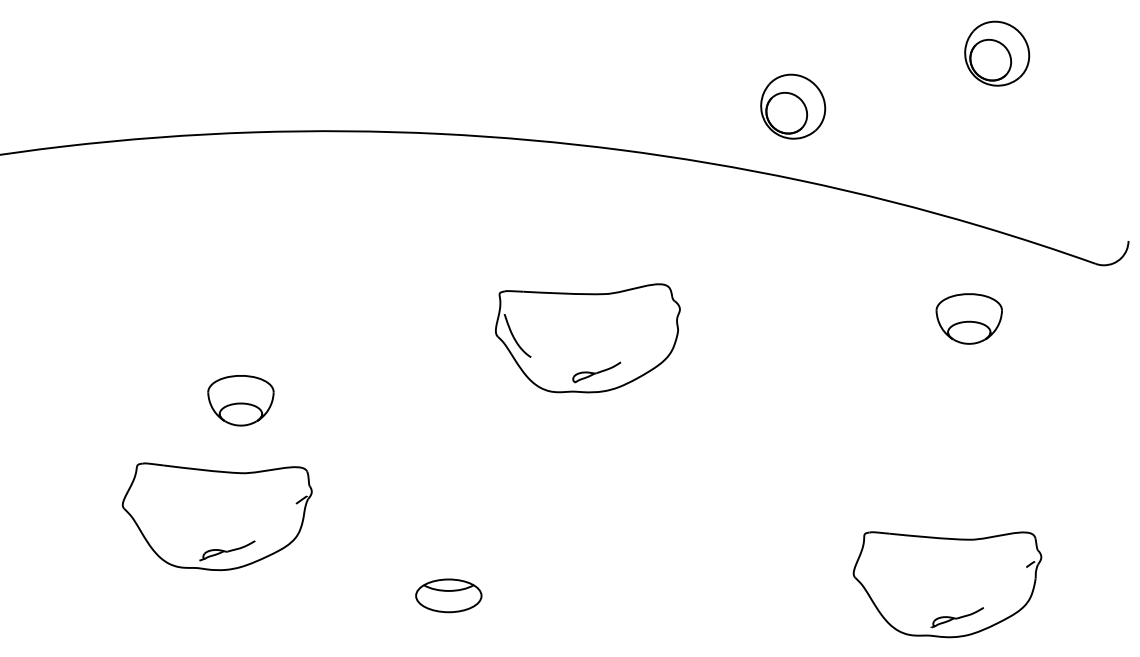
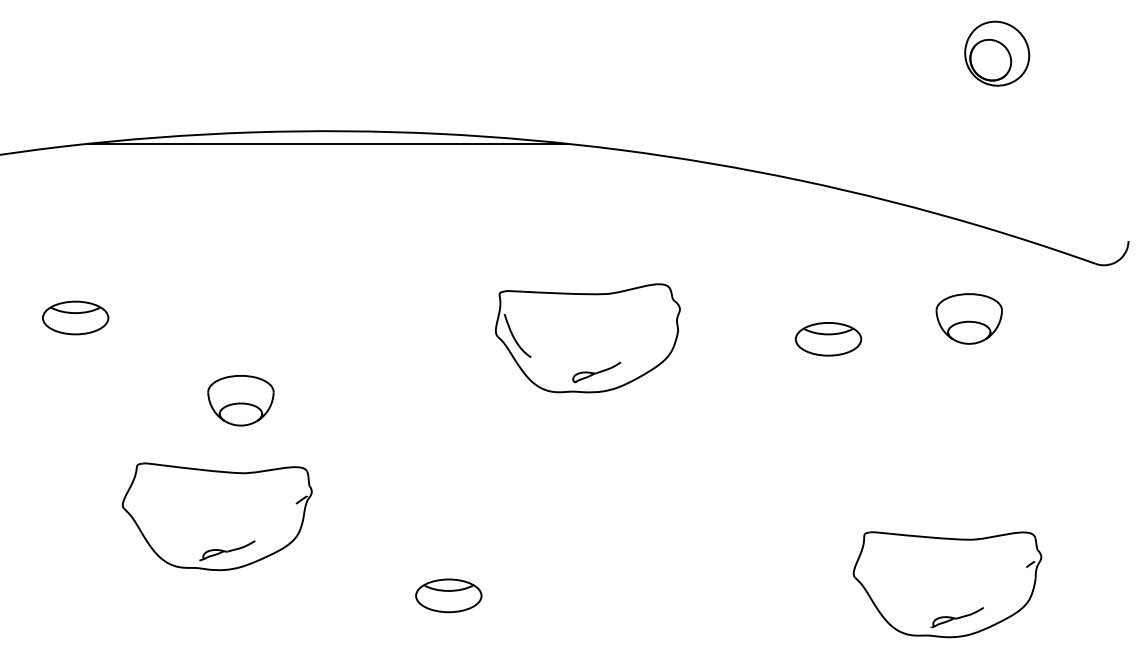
part at (793, 106): present -> none
line at (327, 143): none -> present
part at (75, 317): none -> present
part at (828, 339): none -> present
